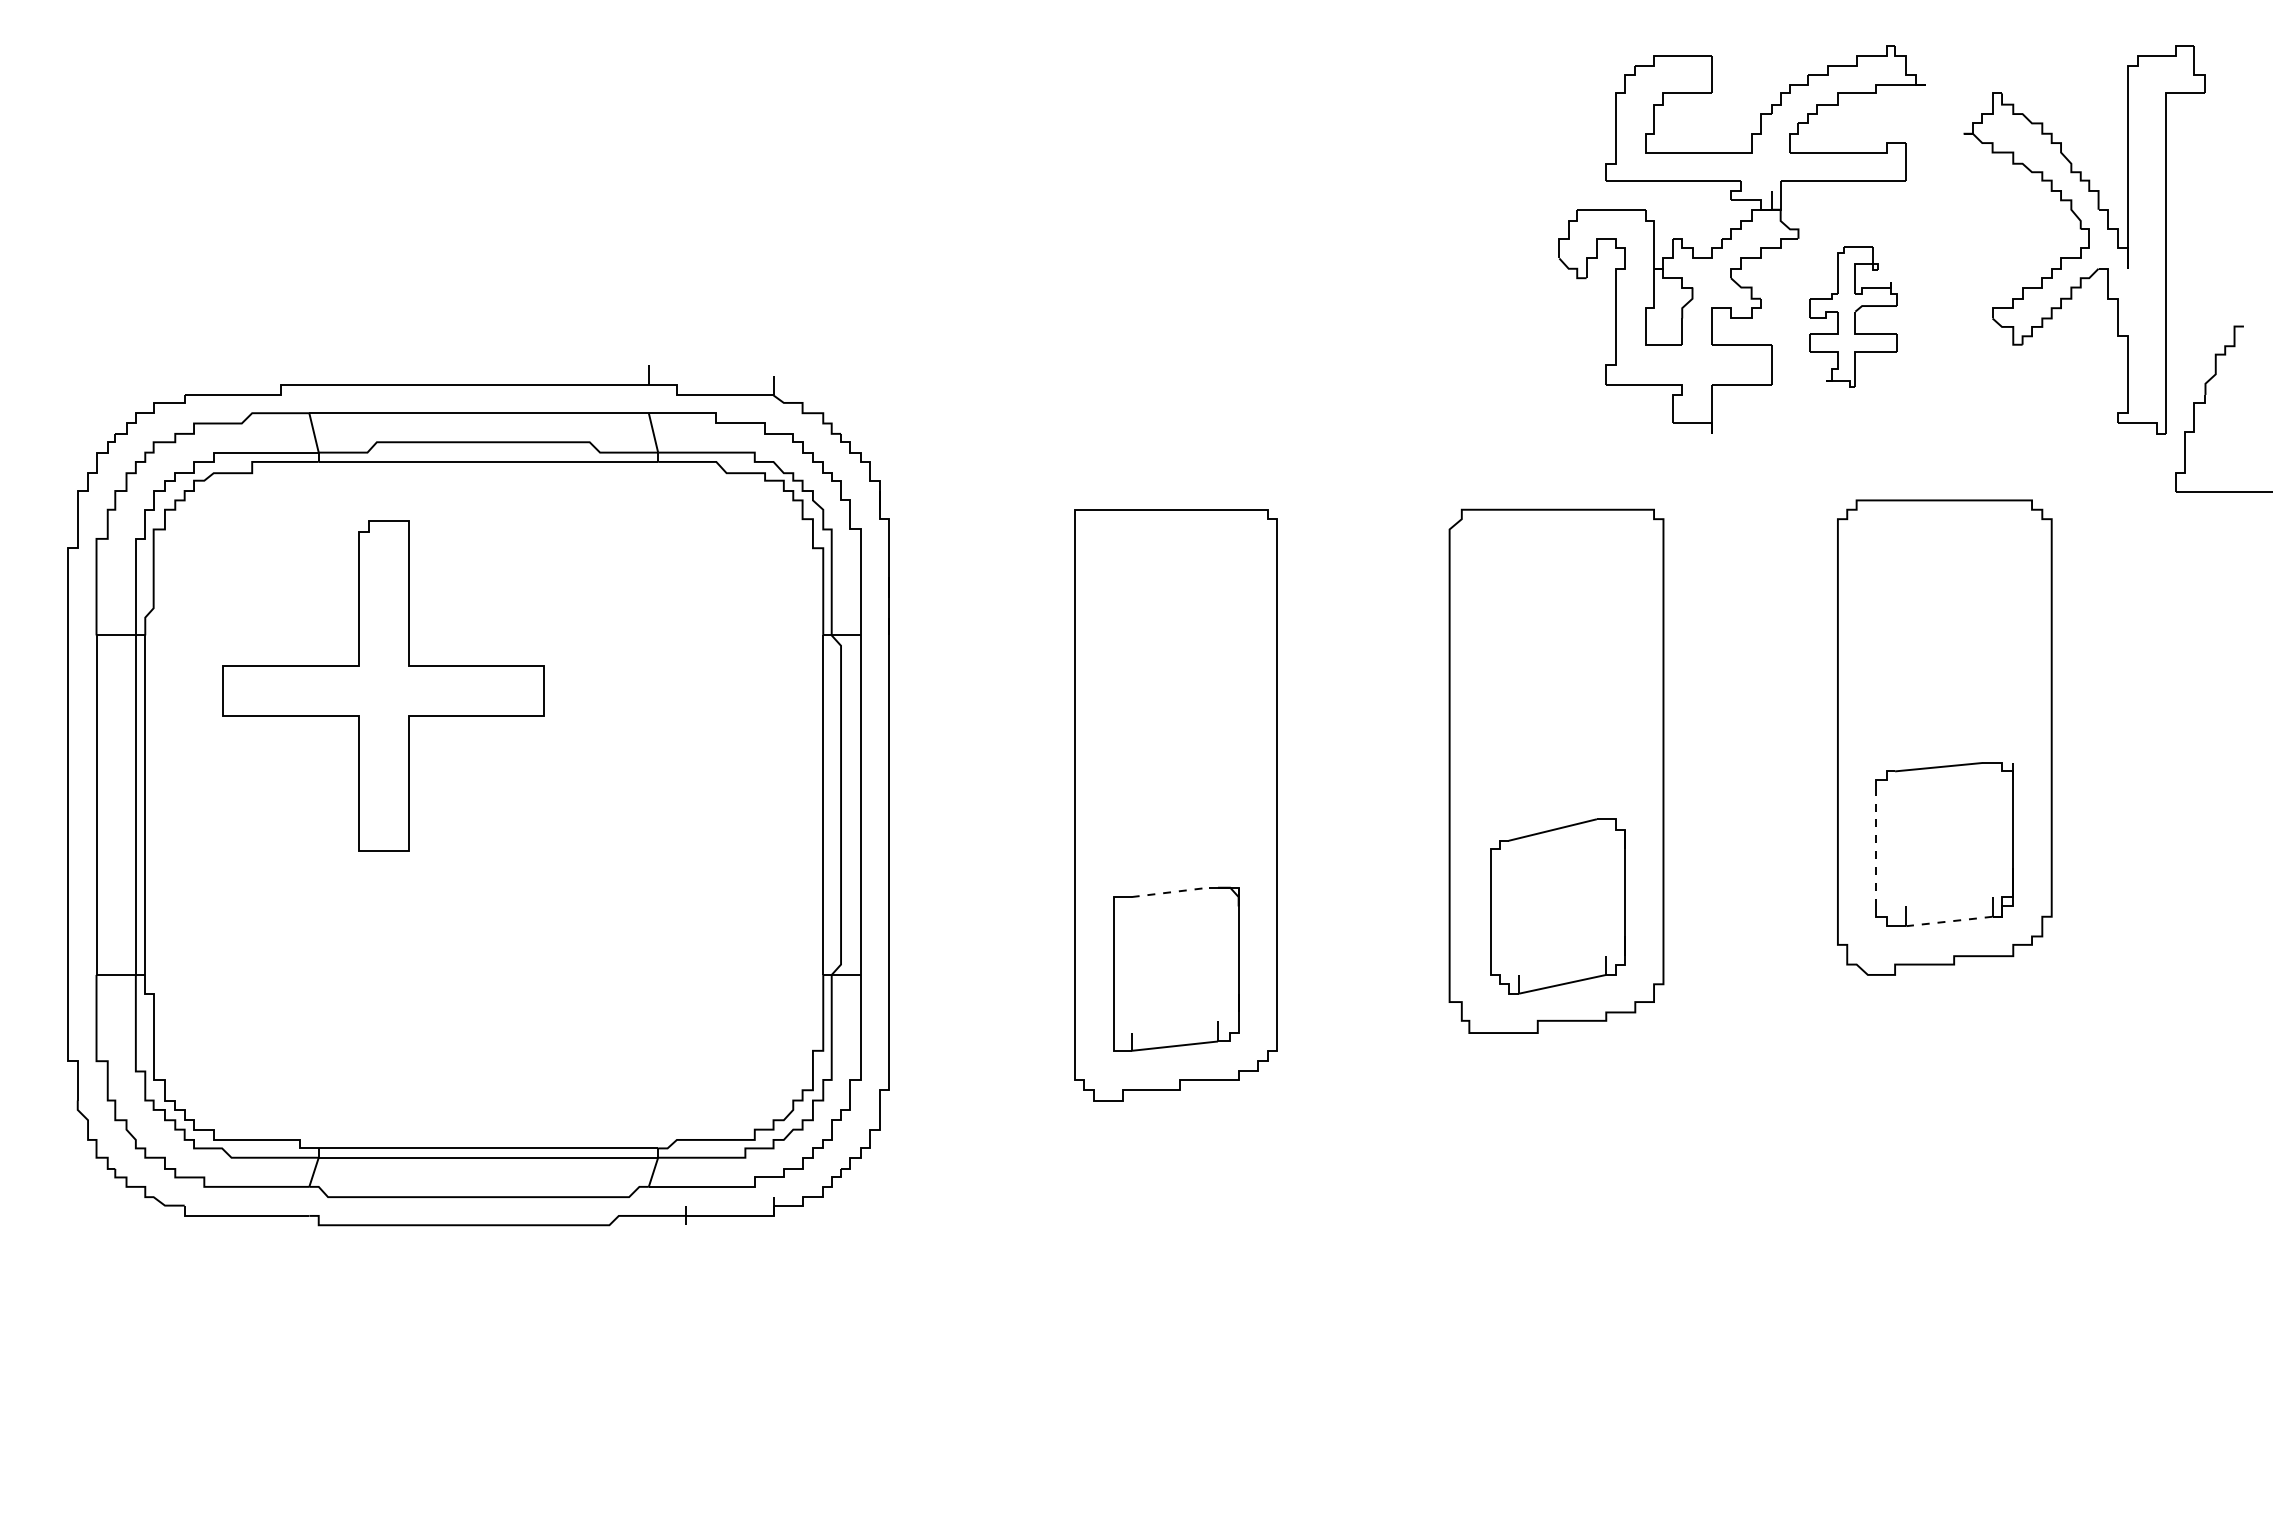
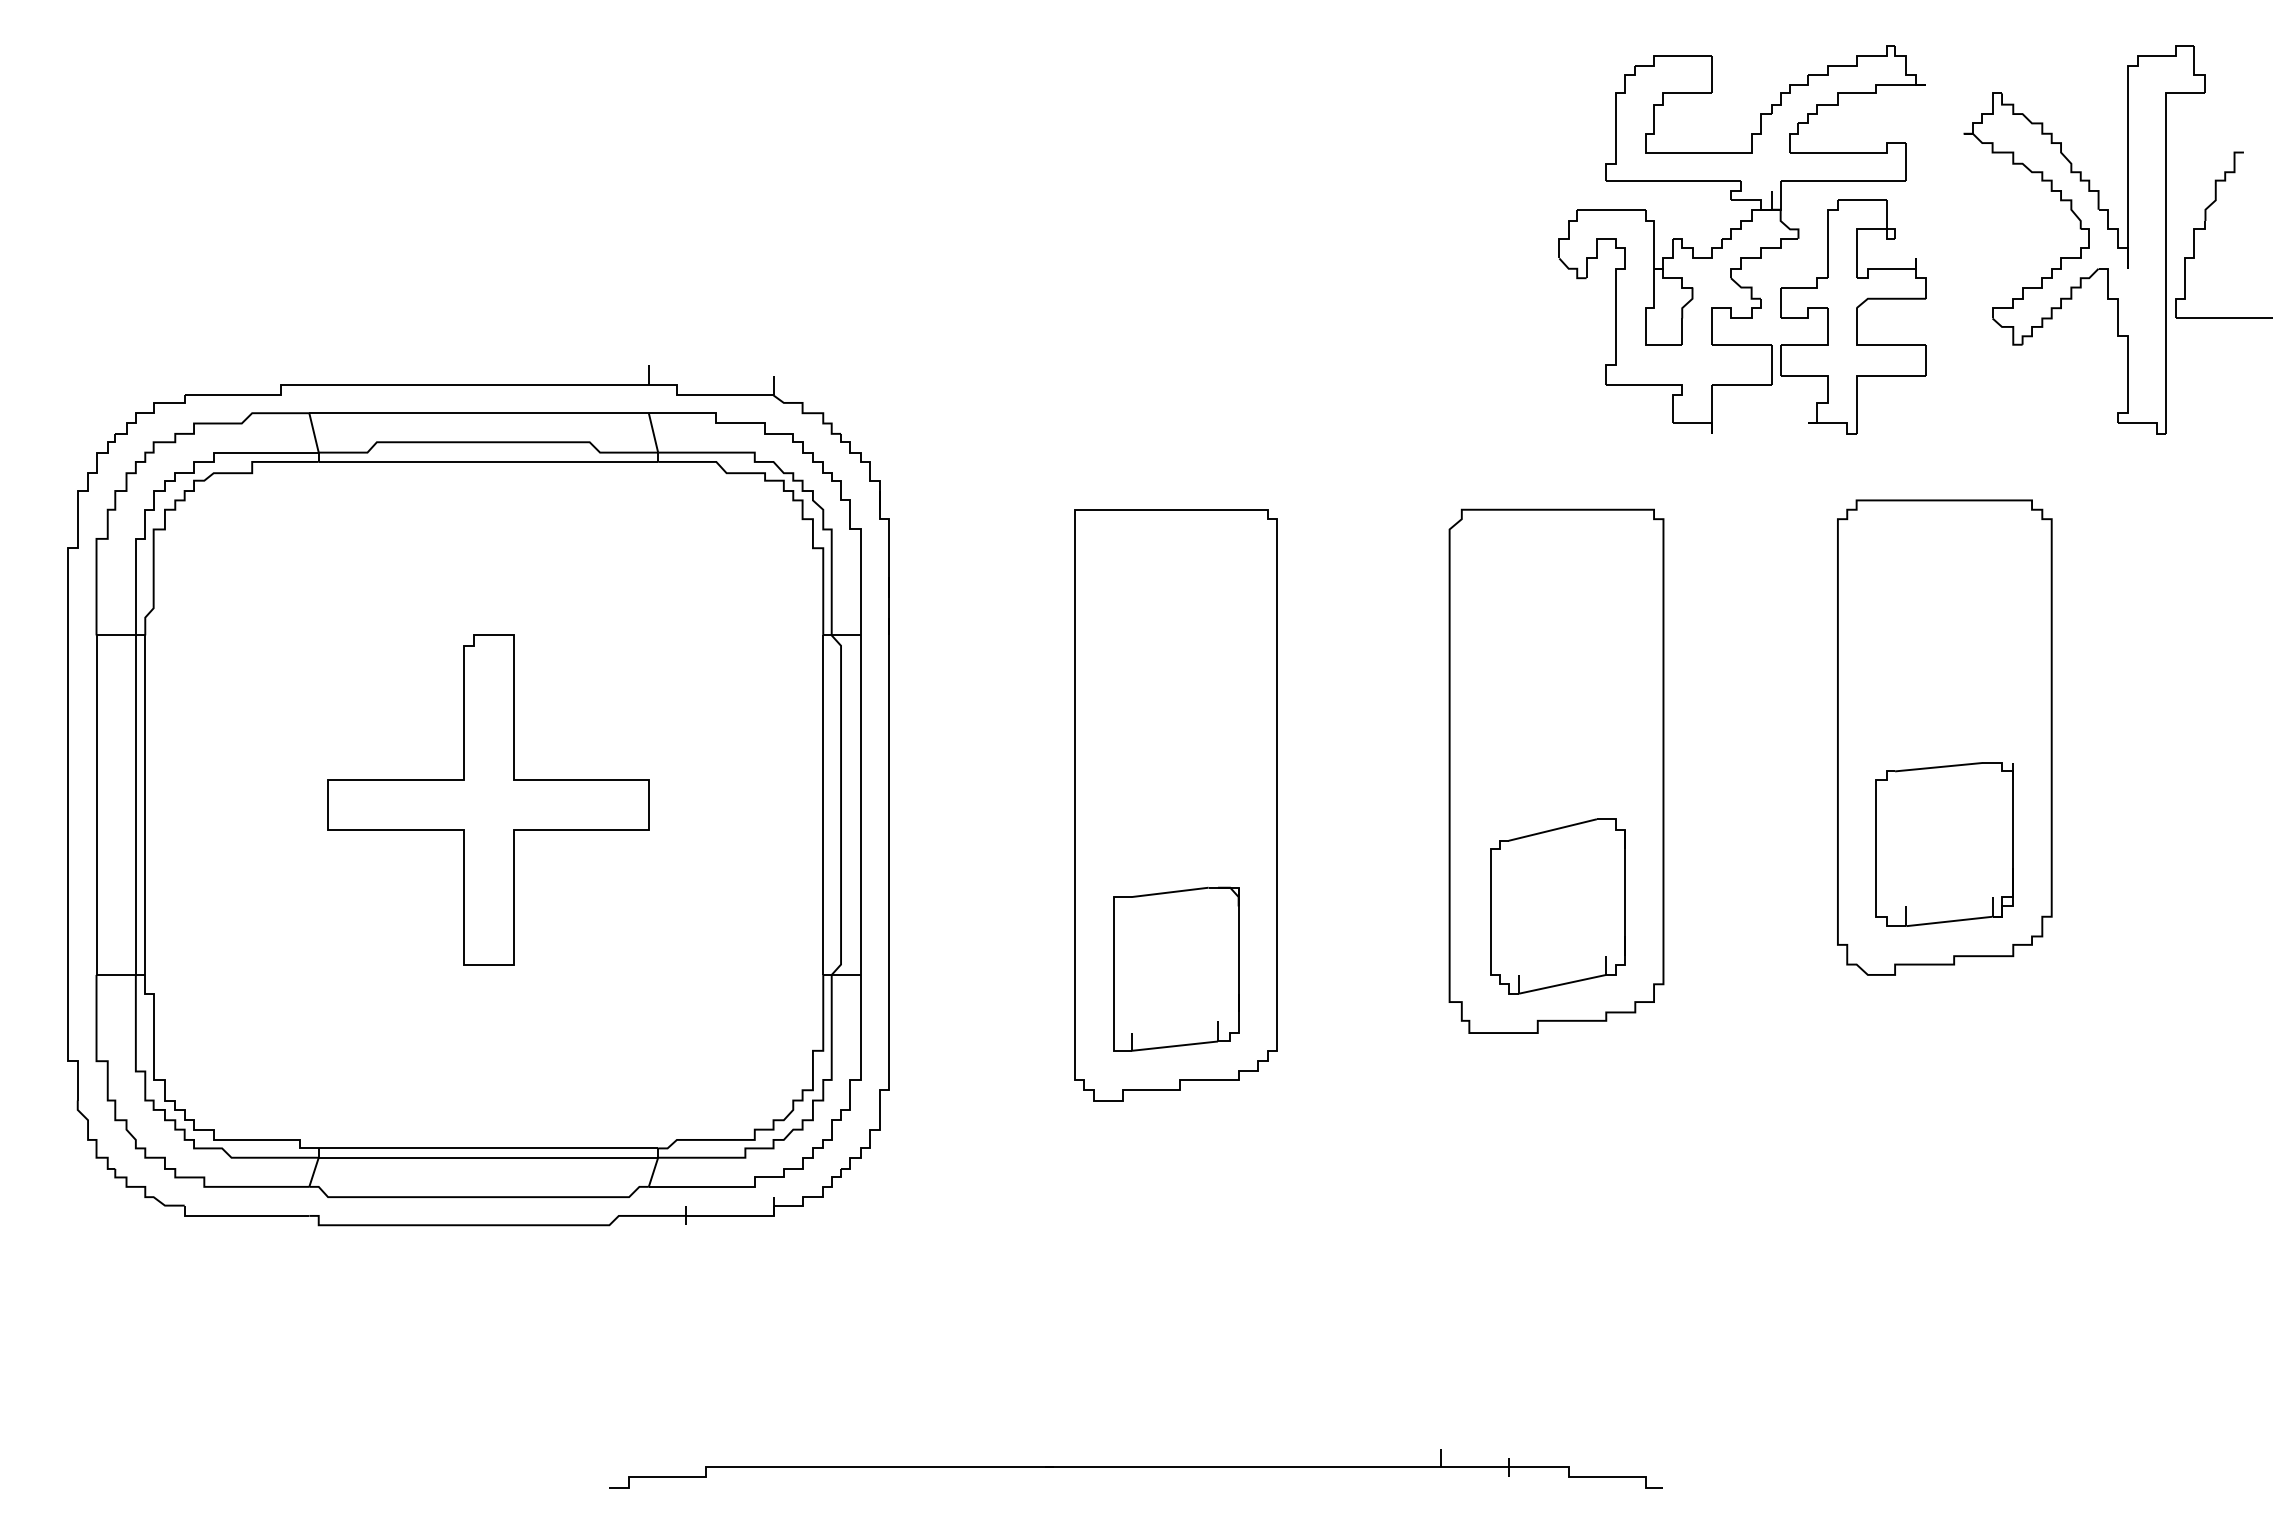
part at (1853, 316) size: 89x142 px -> 147x236 px
part at (2205, 403) position: (2205, 403) -> (2205, 229)
part at (383, 685) position: (383, 685) -> (488, 799)
line at (1876, 847): dashed -> solid
line at (1170, 892): dashed -> solid
line at (1948, 921): dashed -> solid
part at (1135, 1468): none -> present
